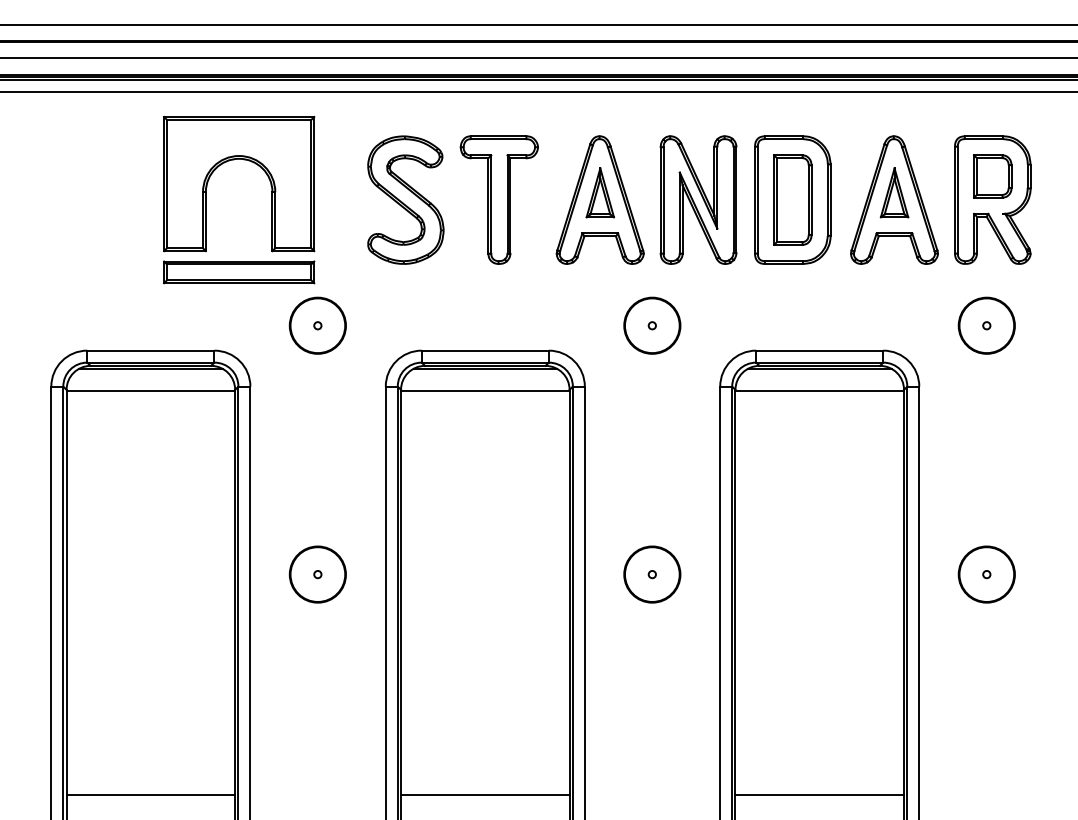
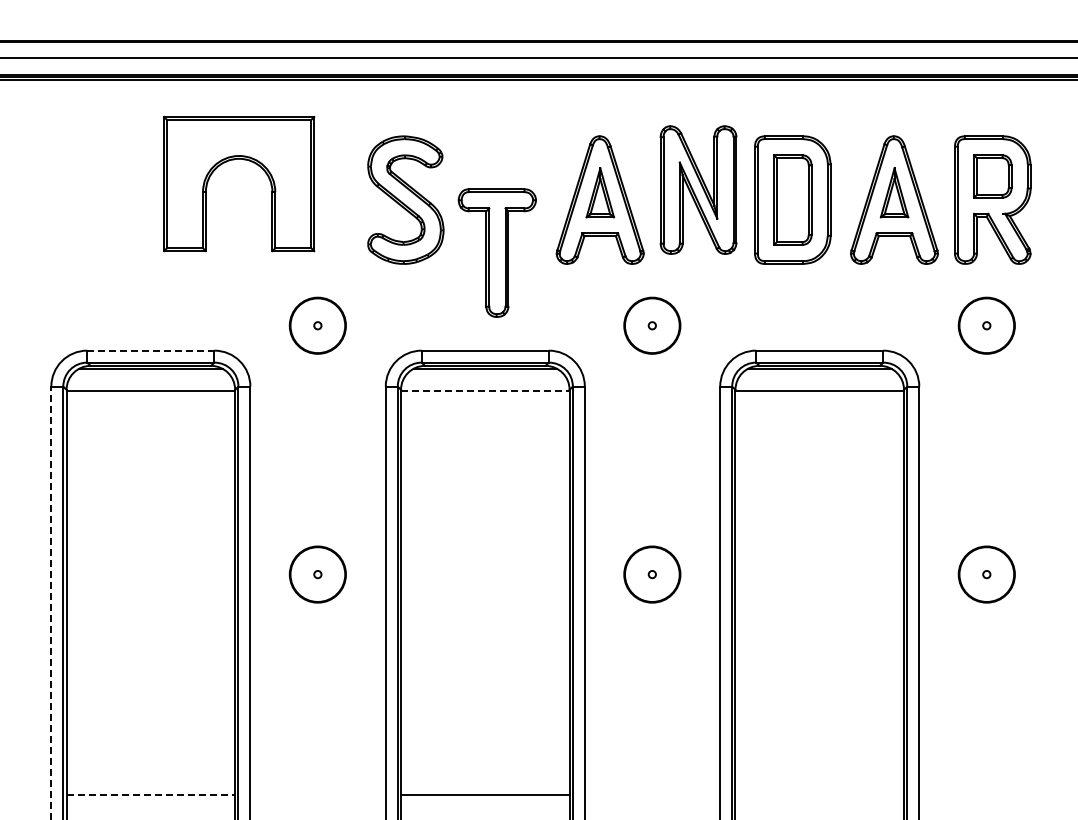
line at (538, 24): present -> none
line at (538, 92): present -> none
part at (498, 199) position: (498, 199) -> (496, 252)
part at (698, 199) position: (698, 199) -> (698, 189)
part at (239, 272): present -> none
line at (150, 350): solid -> dashed
line at (485, 391): solid -> dashed
line at (51, 602): solid -> dashed
line at (151, 795): solid -> dashed
line at (819, 795): present -> none
